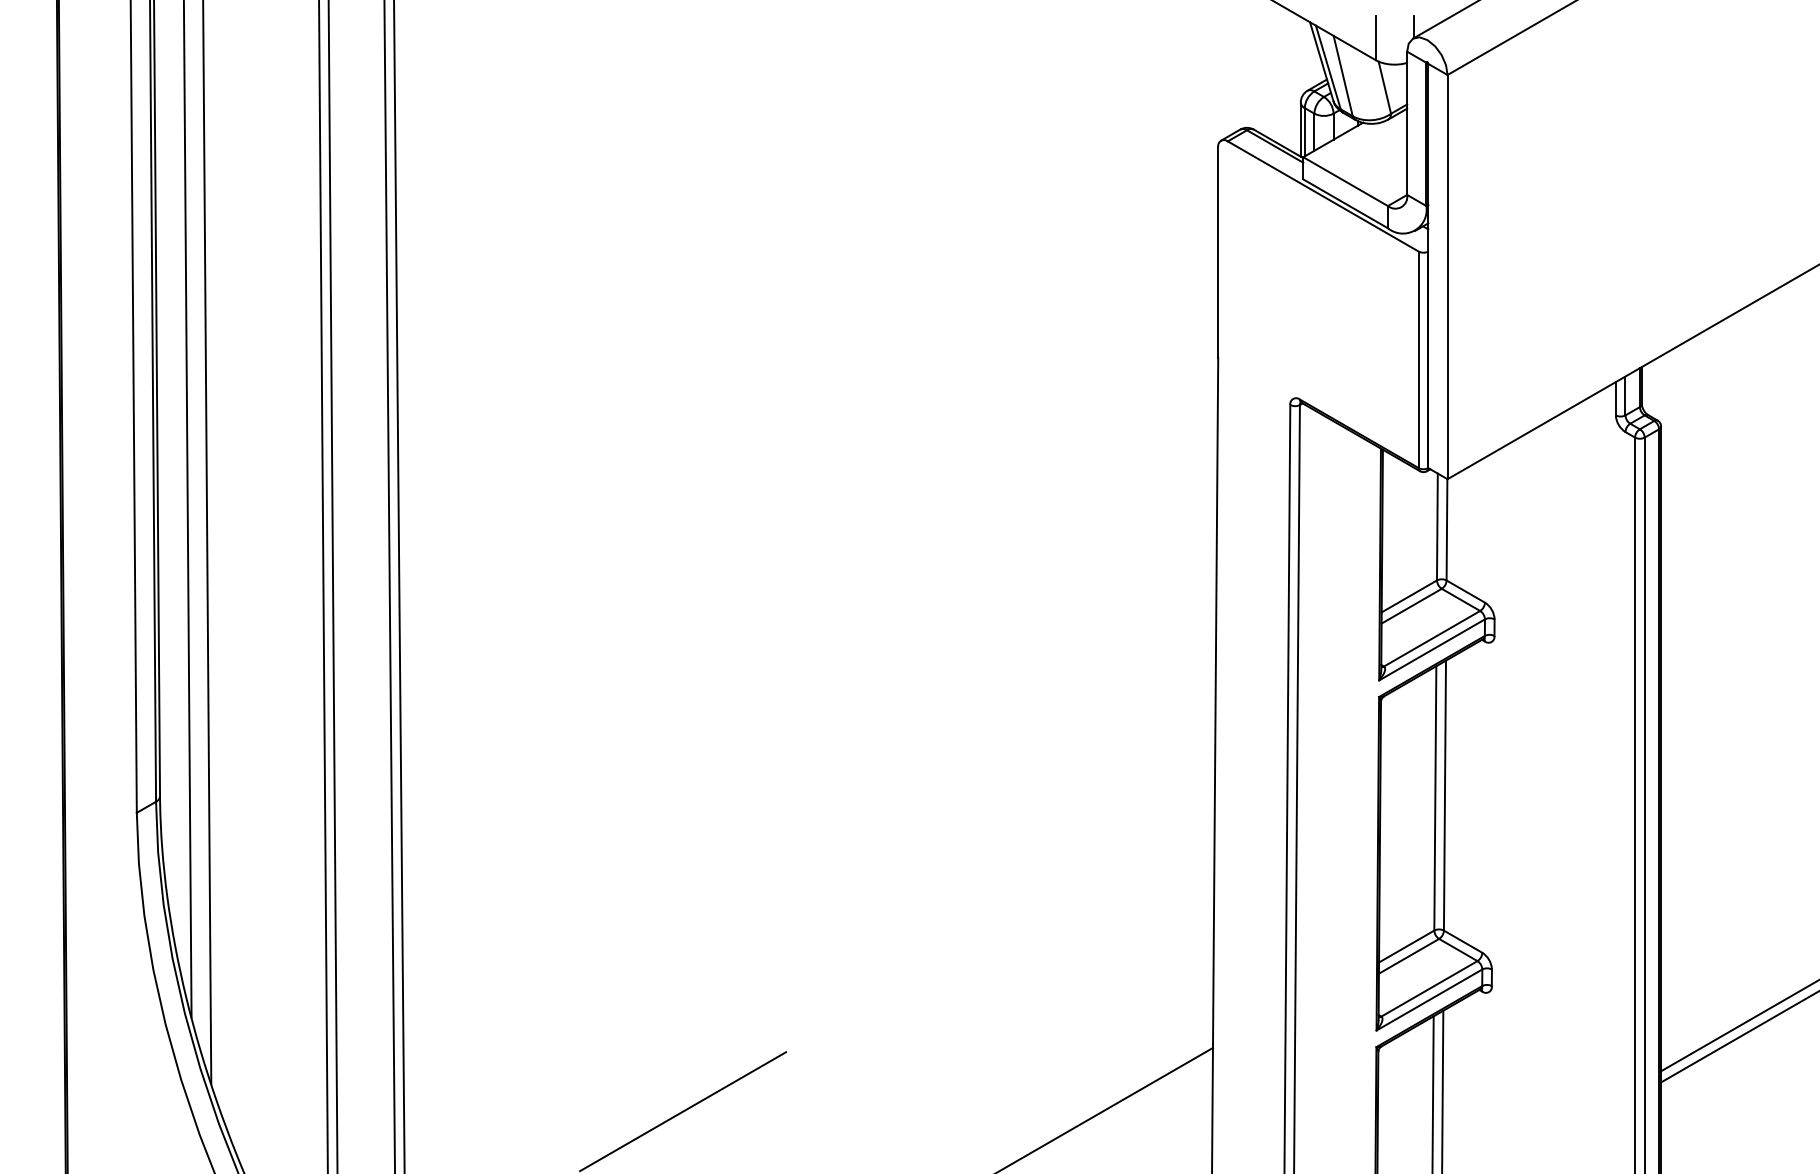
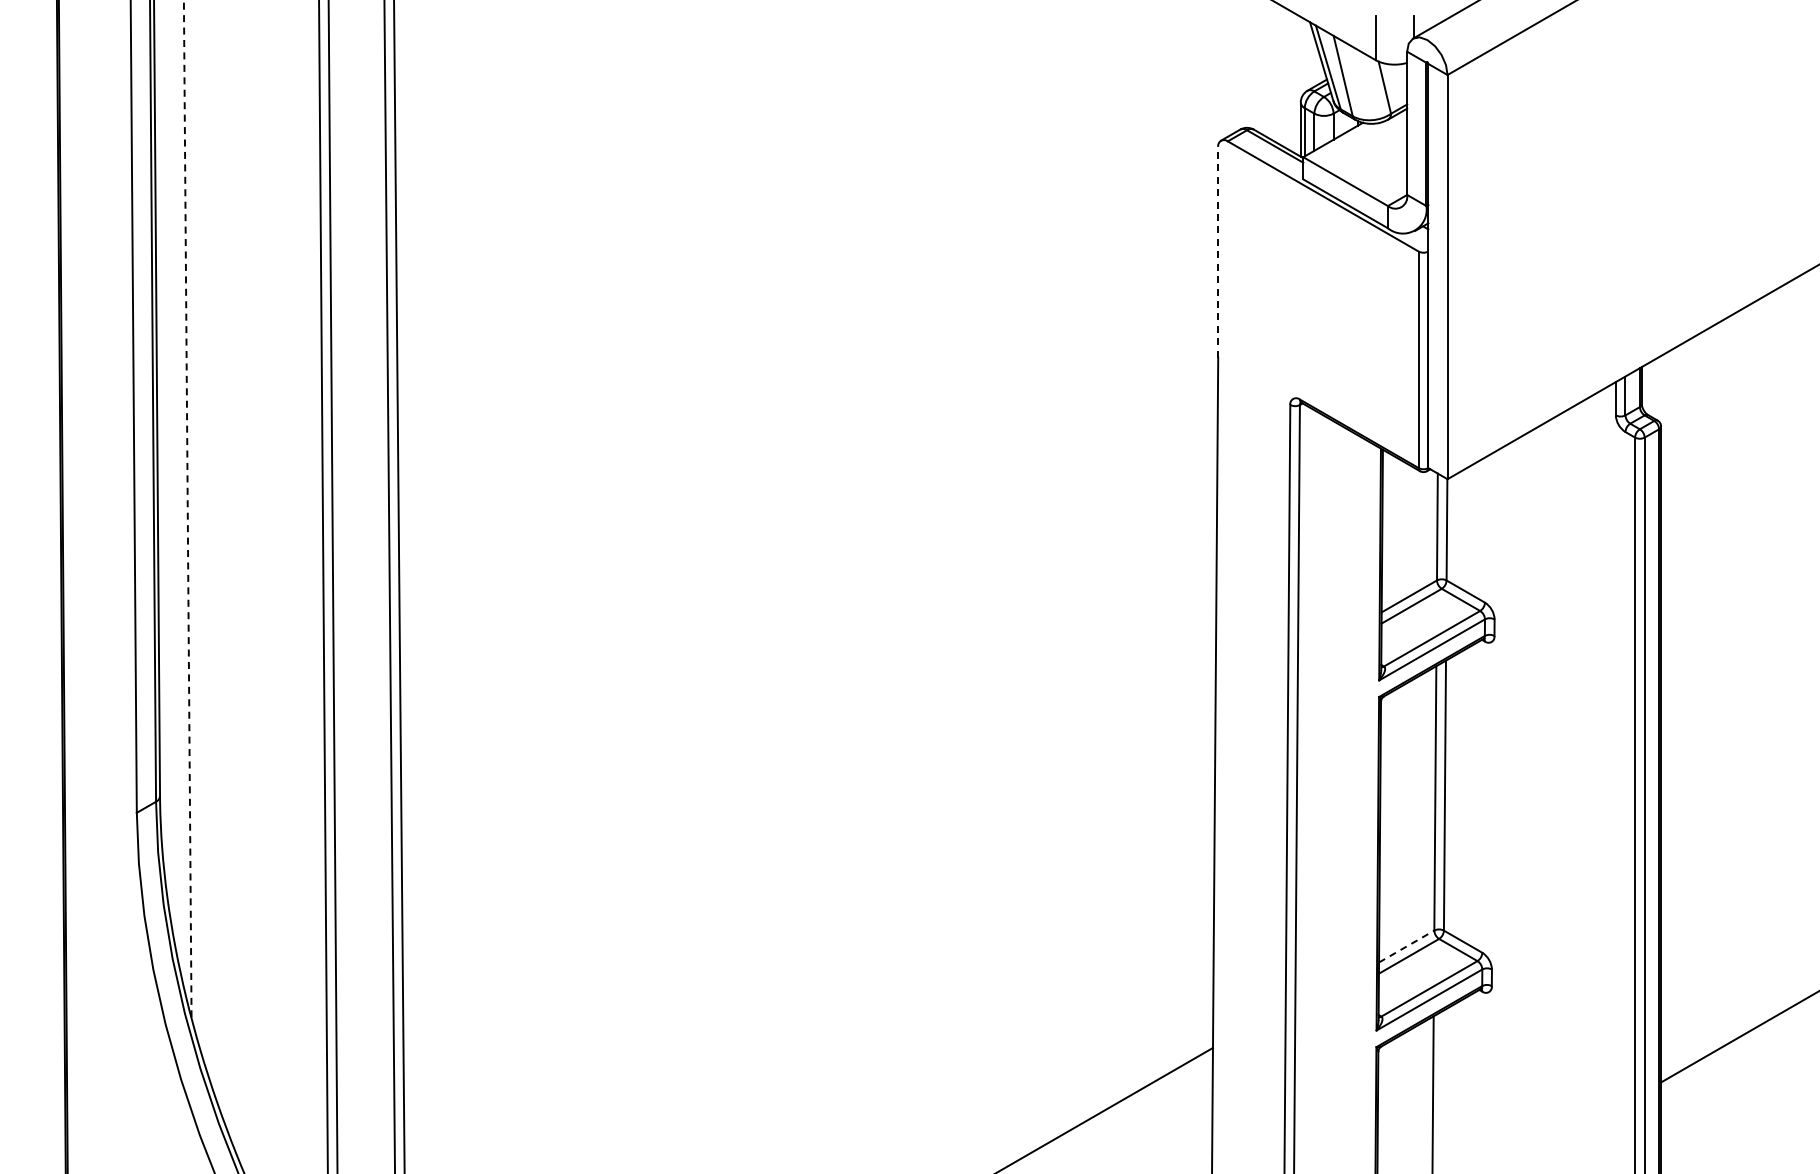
line at (1218, 251): solid -> dashed
line at (187, 508): solid -> dashed
line at (207, 543): present -> none
line at (1406, 946): solid -> dashed
line at (1738, 1026): present -> none
line at (1442, 1090): present -> none
line at (683, 1110): present -> none
